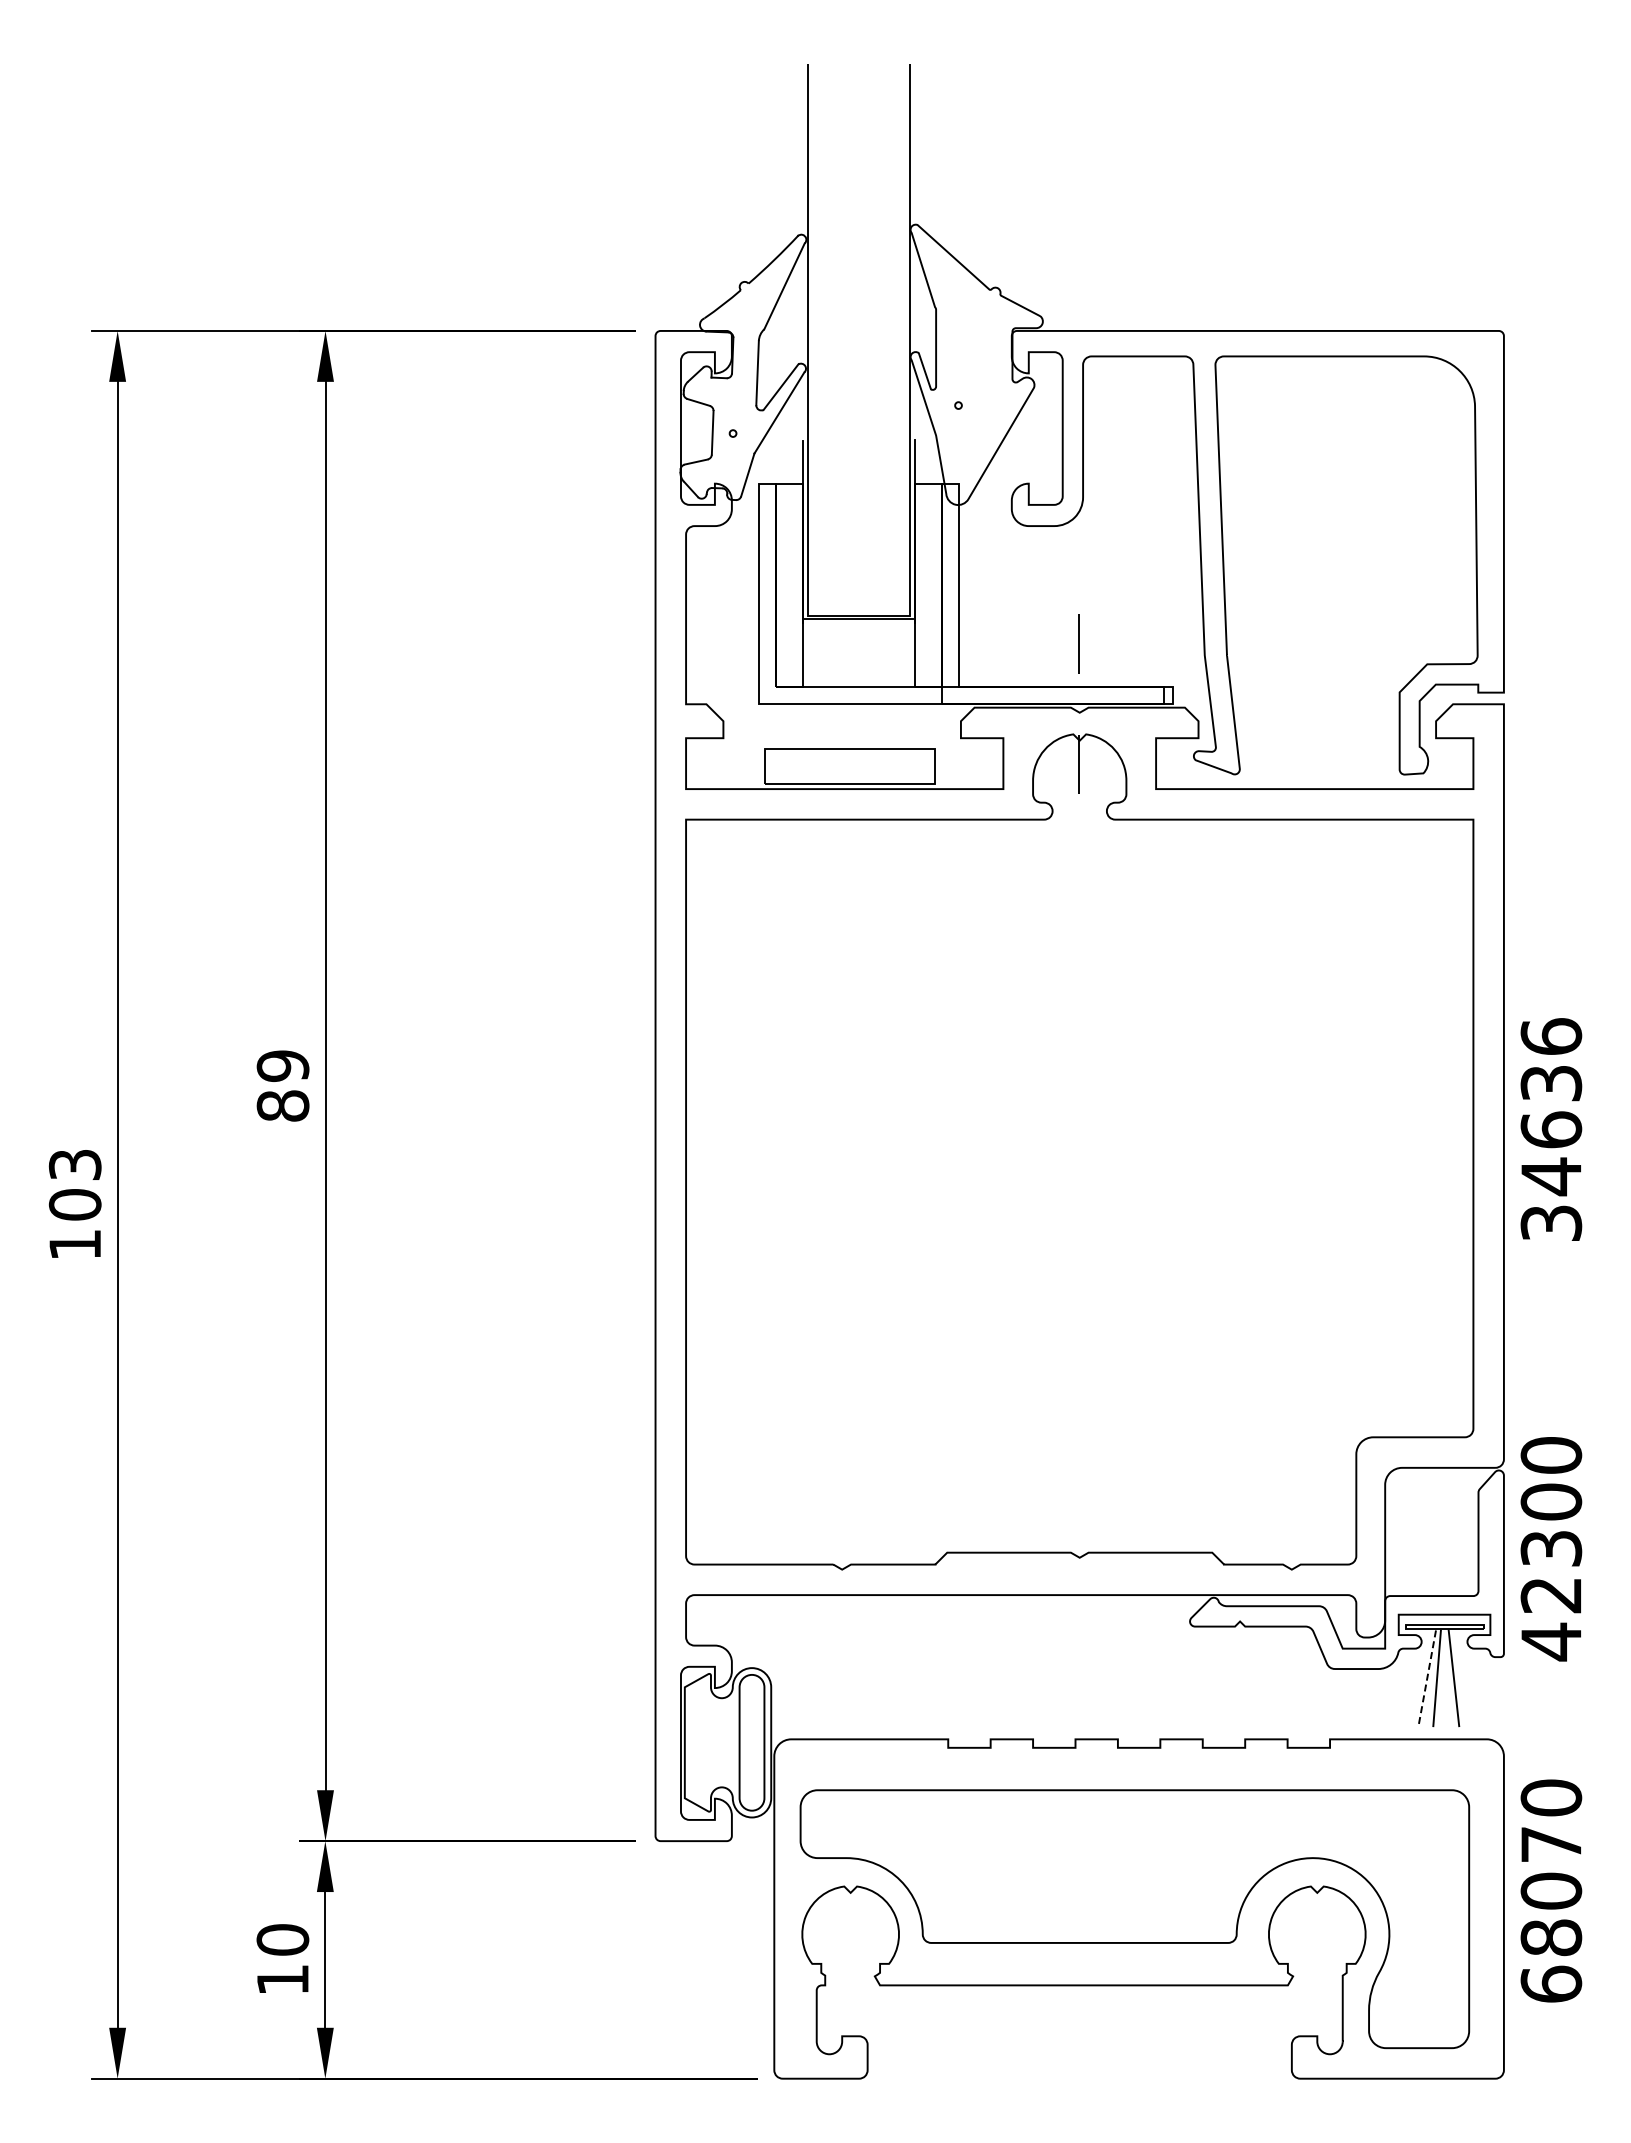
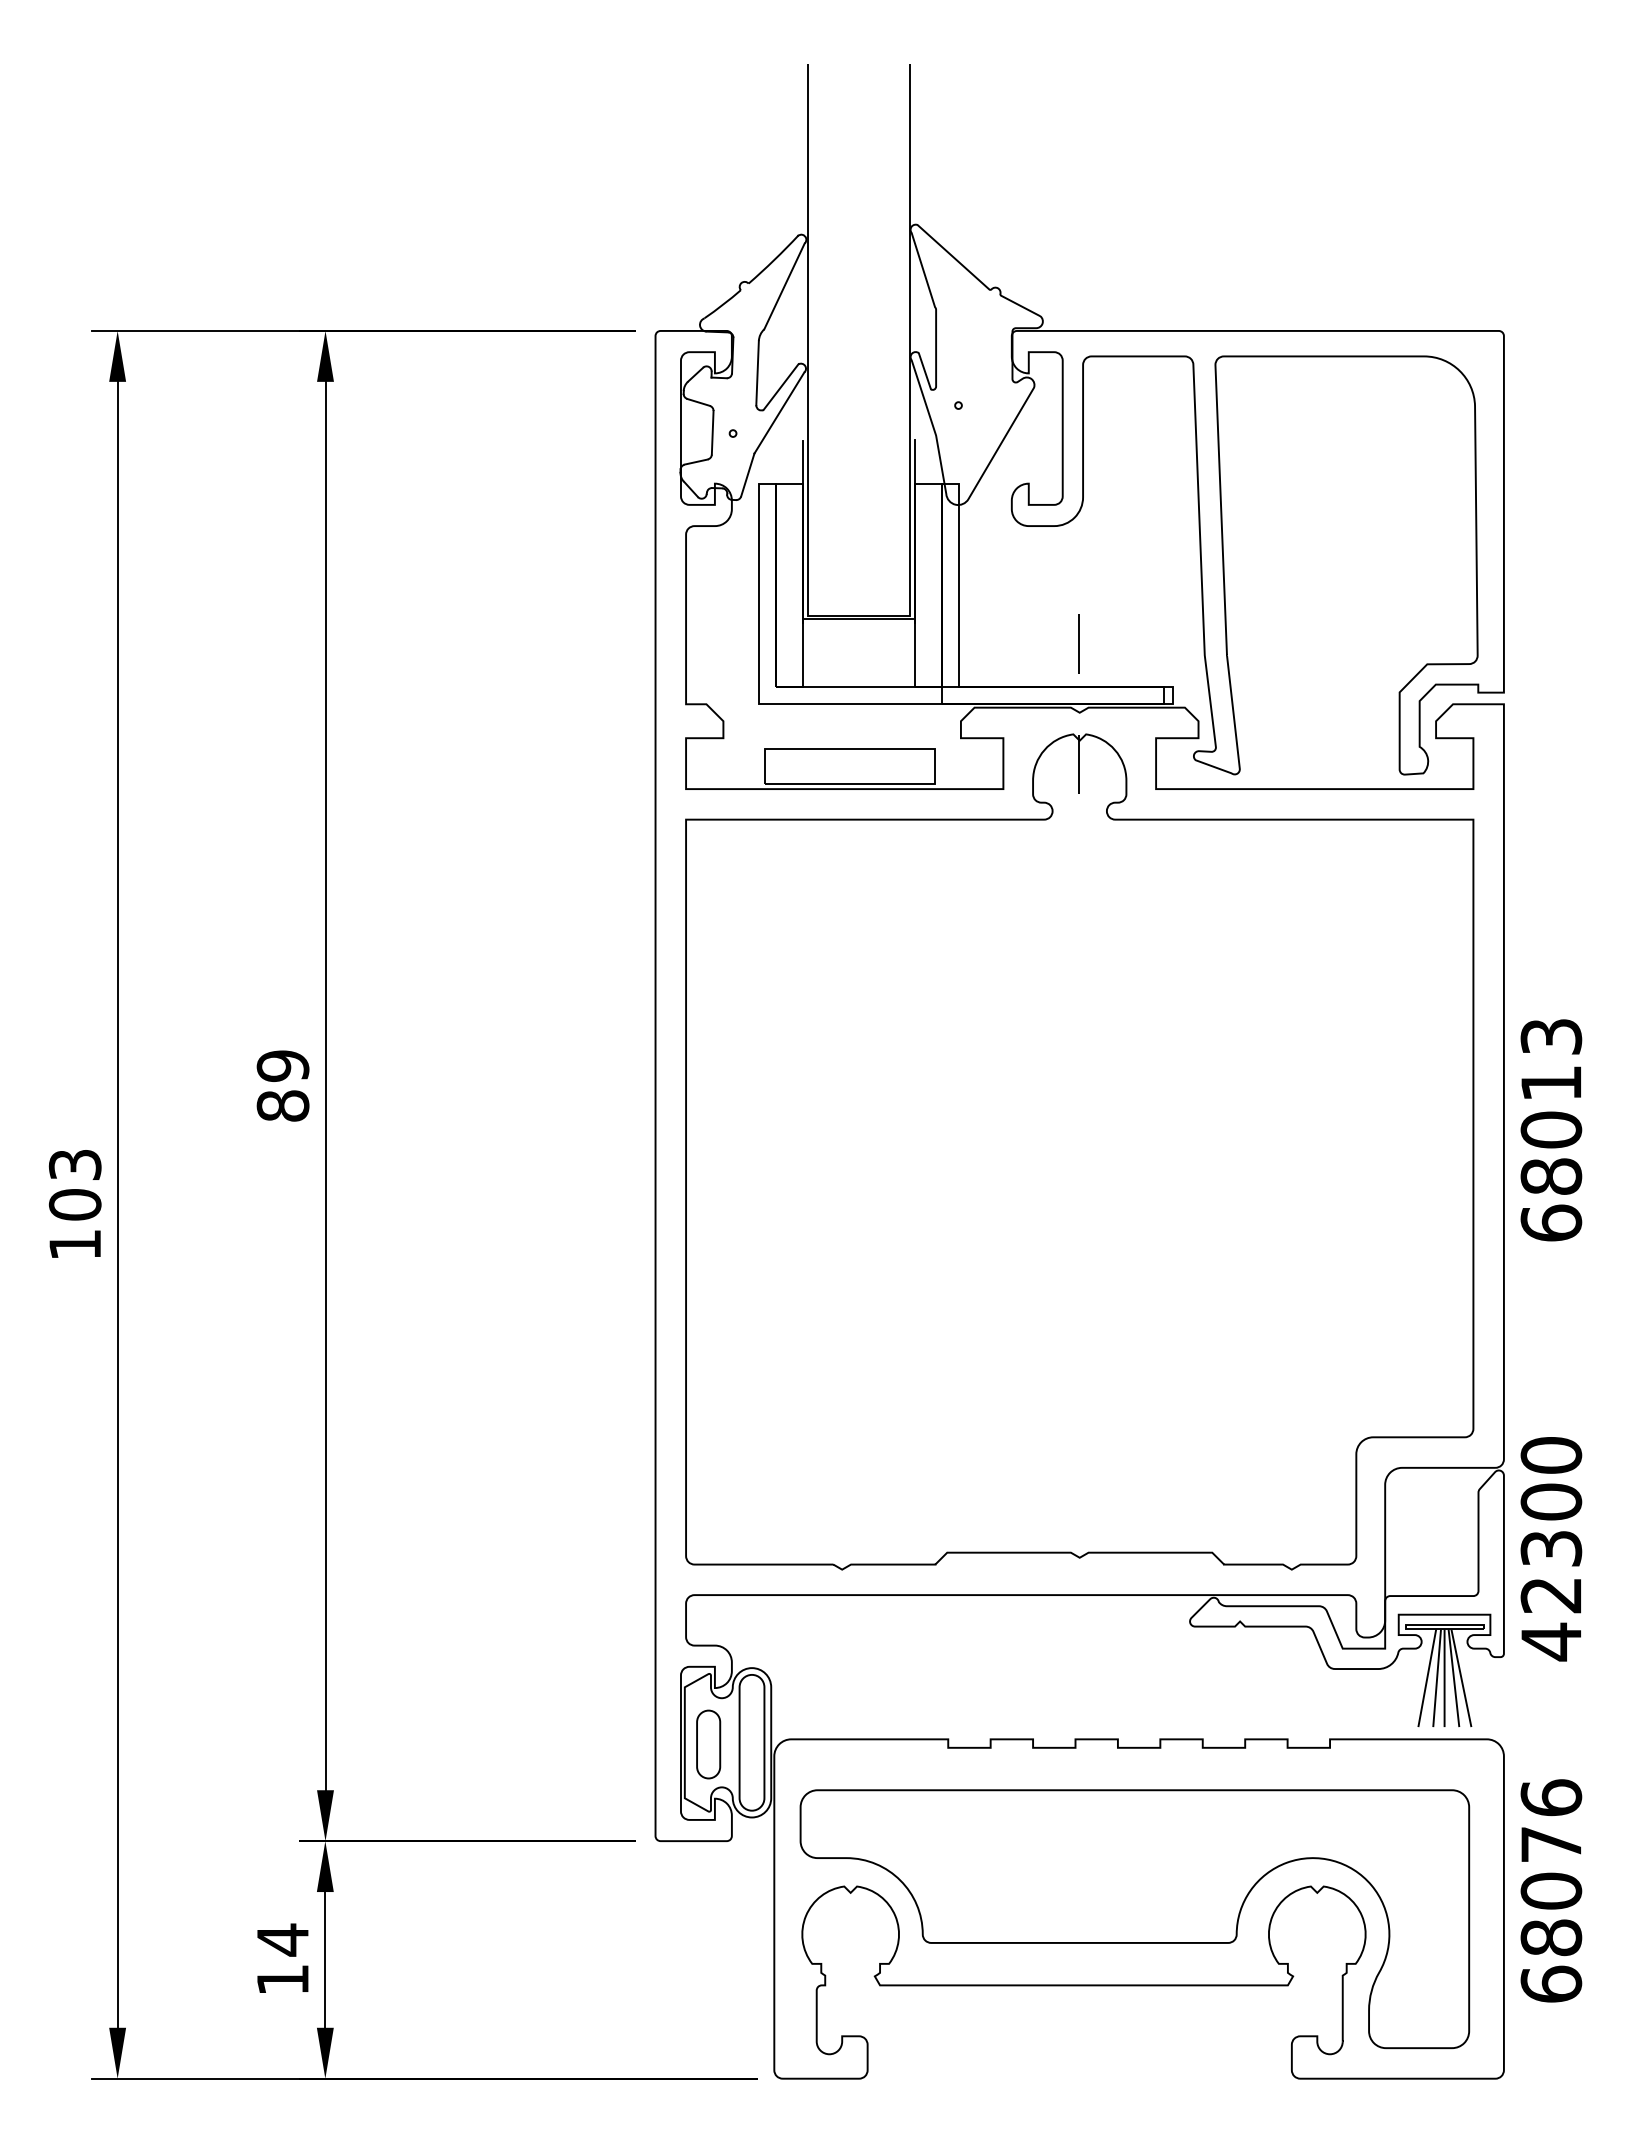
text at (1551, 1129): 34636 -> 68013
line at (1427, 1678): dashed -> solid
line at (1444, 1678): none -> present
line at (1461, 1678): none -> present
part at (708, 1744): none -> present
text at (1551, 1797): 68070 -> 68076
text at (282, 1939): 10 -> 14
